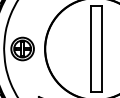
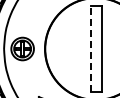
line at (90, 49): solid -> dashed
